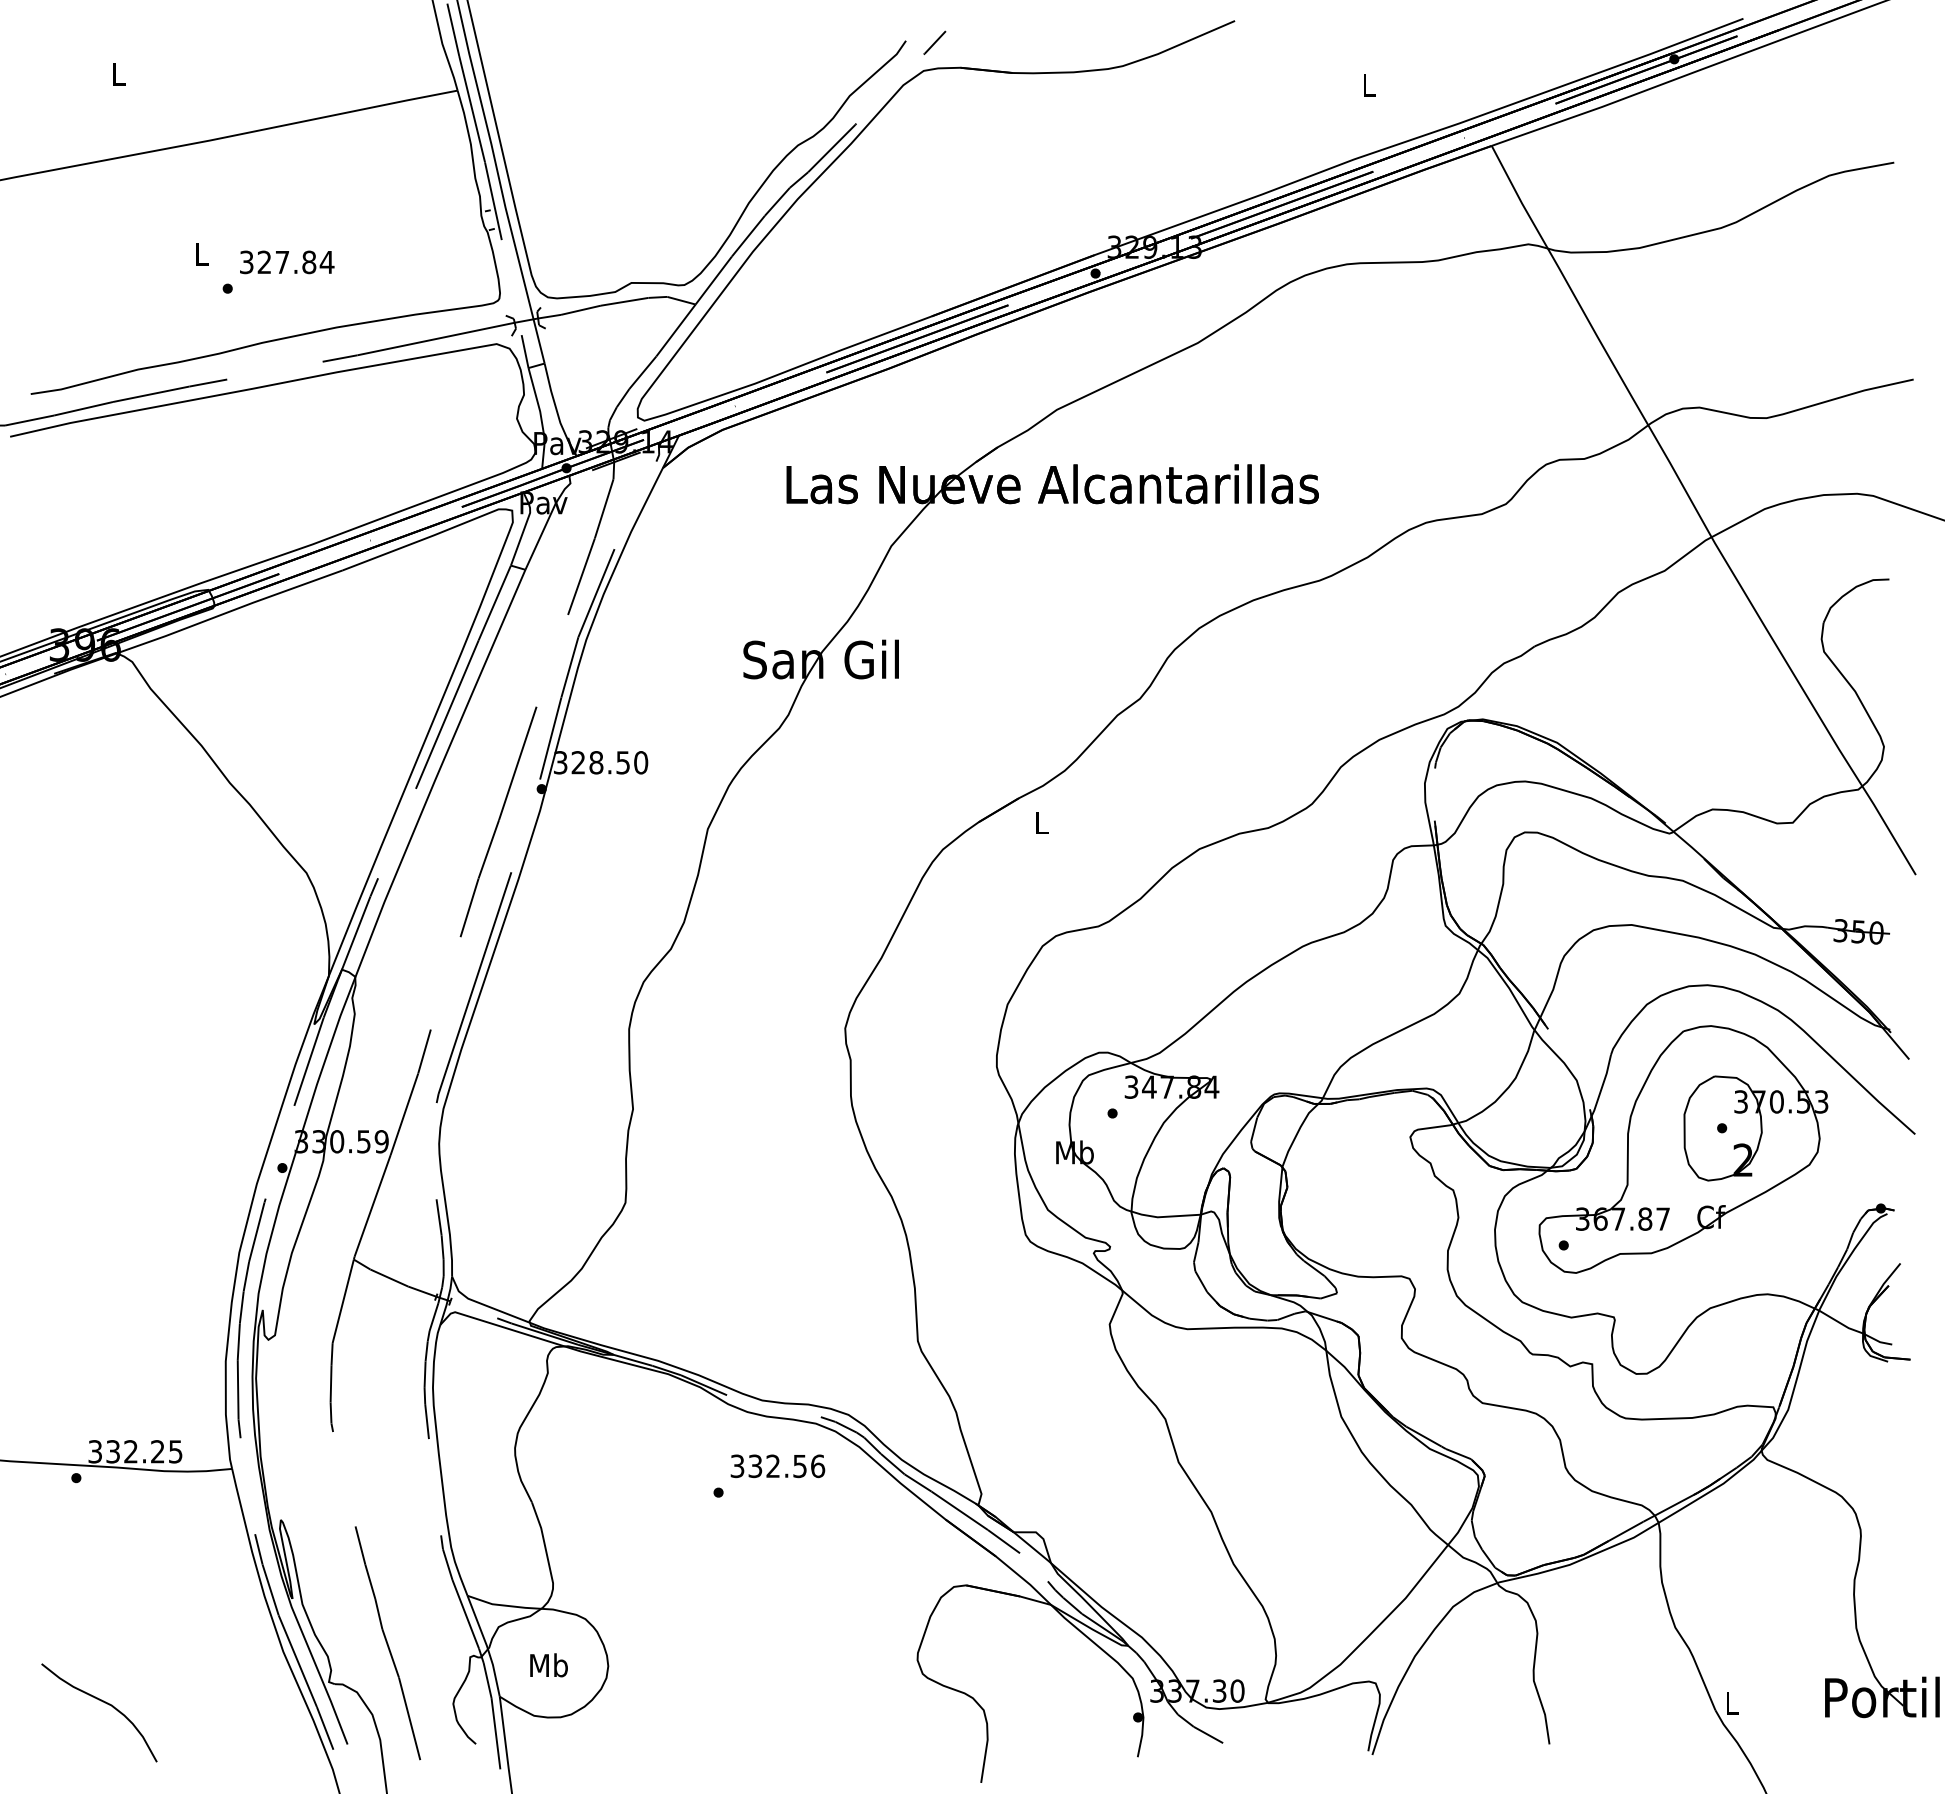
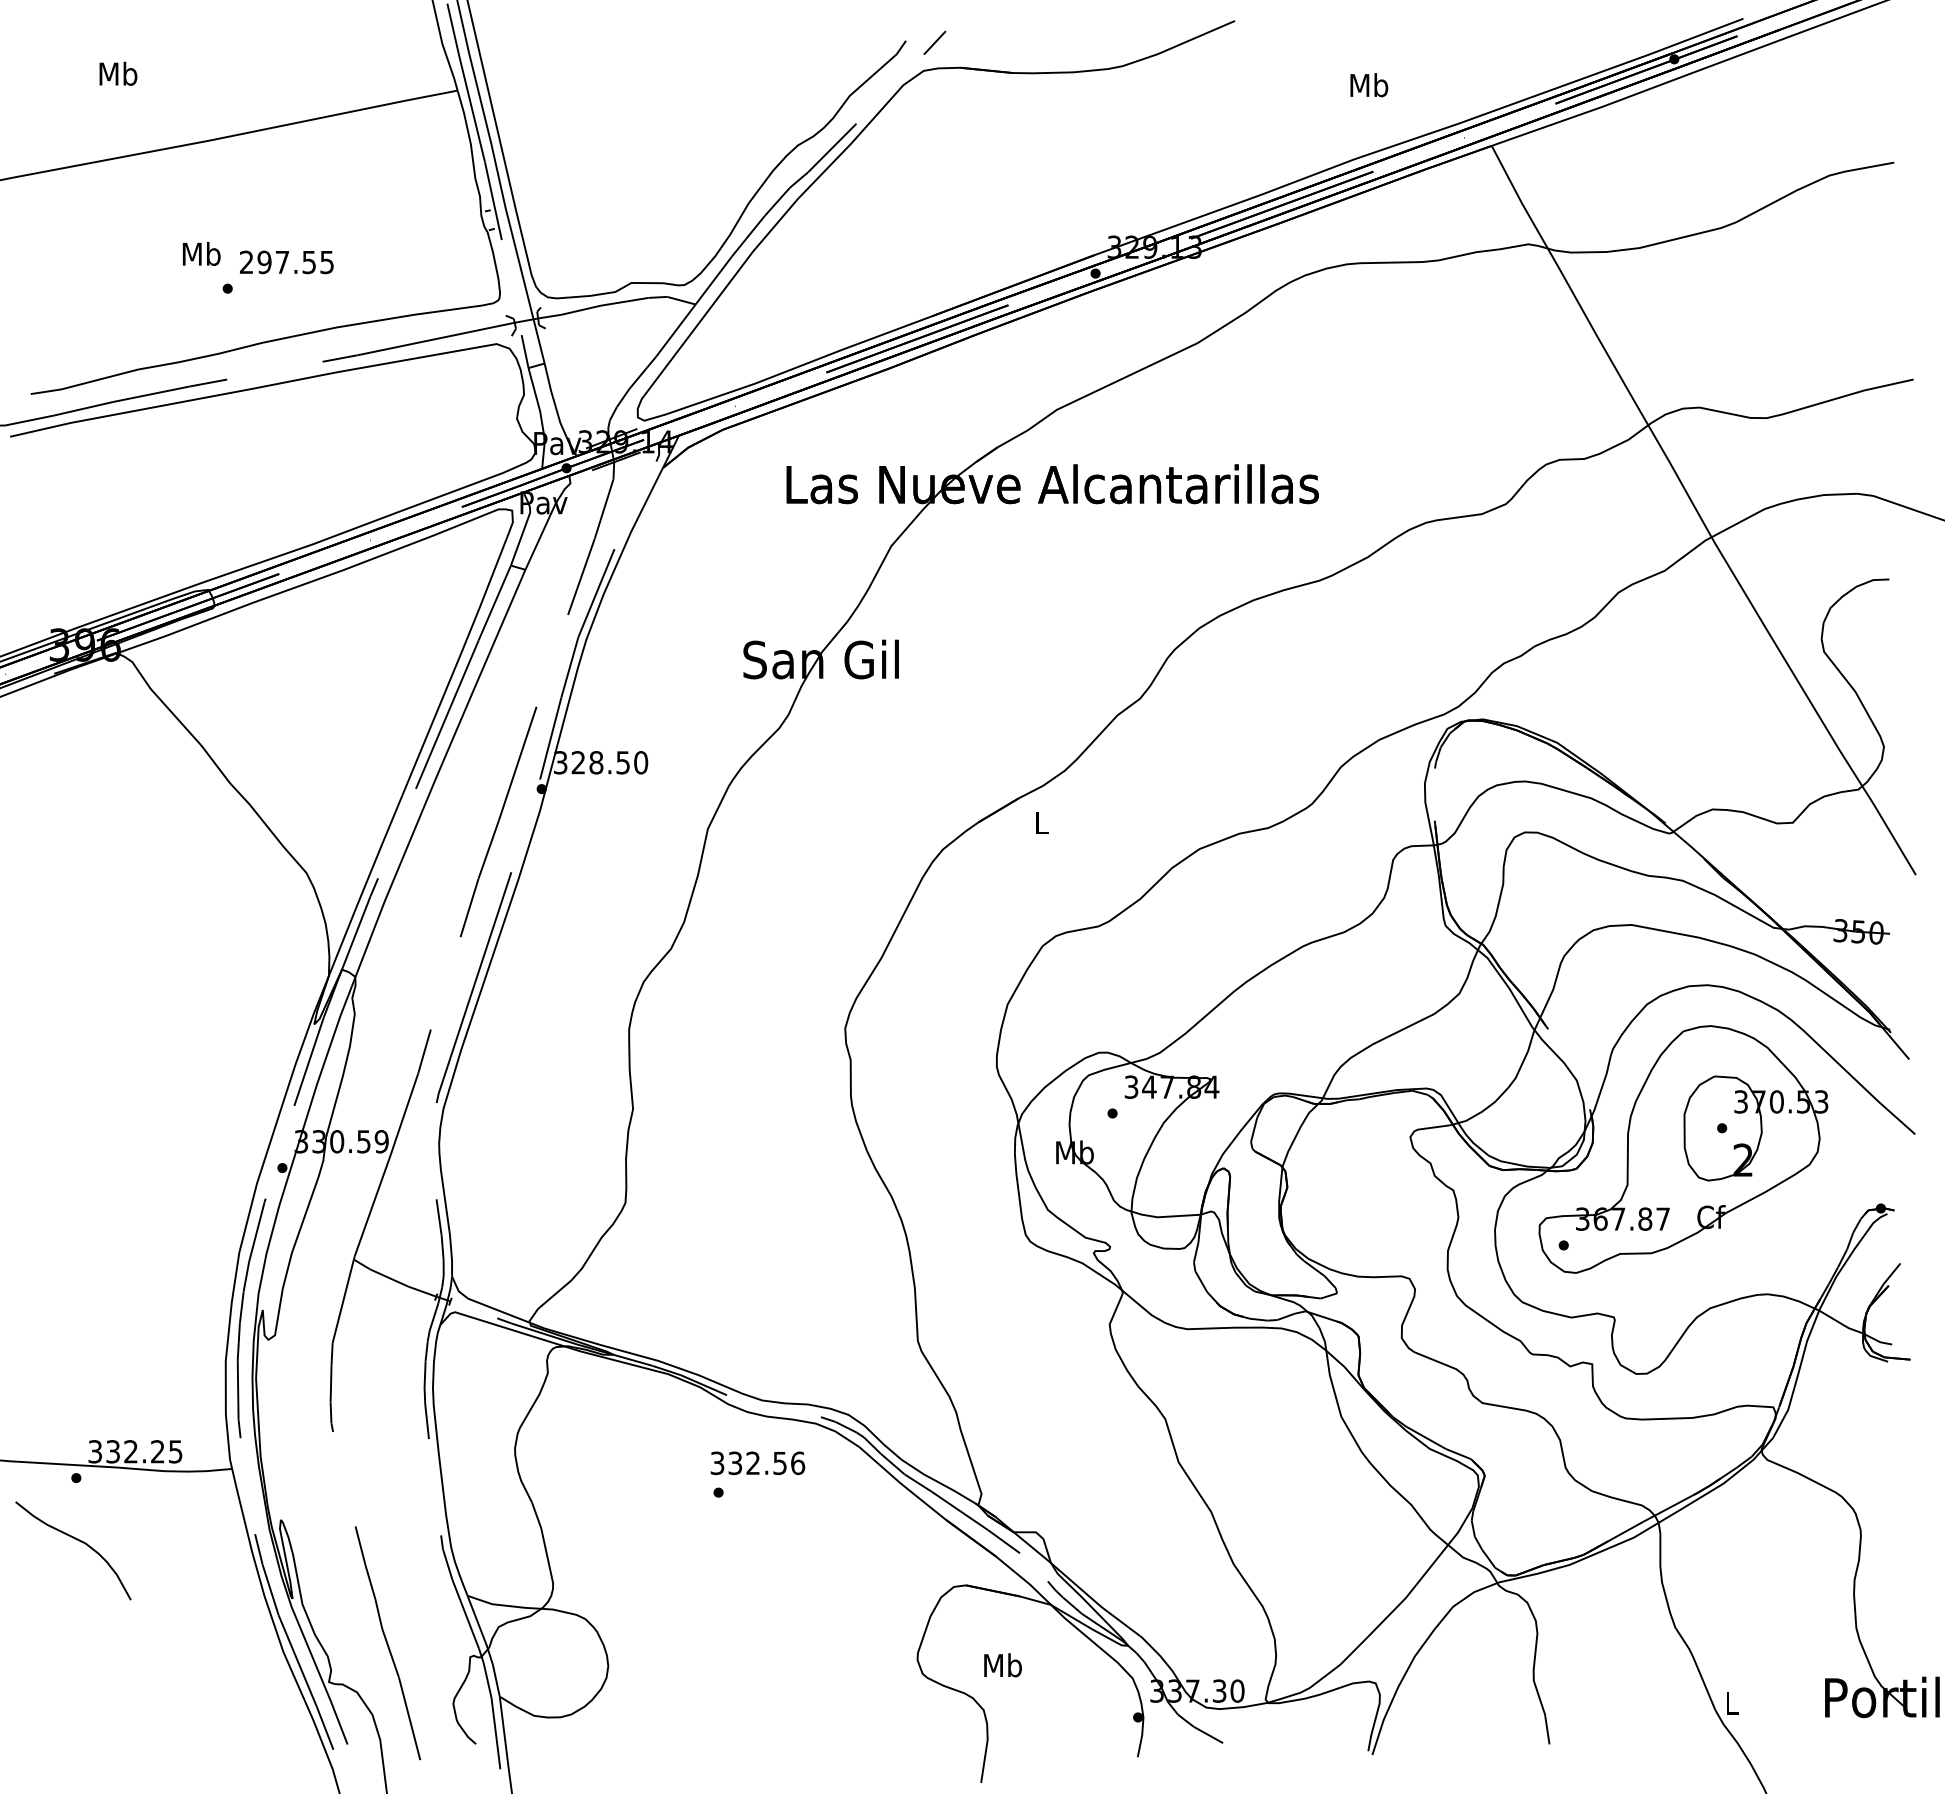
text at (118, 73): L -> Mb
text at (1369, 85): L -> Mb
text at (201, 253): L -> Mb
text at (287, 262): 327.84 -> 297.55
text at (777, 1466) position: (777, 1466) -> (757, 1463)
text at (548, 1665) position: (548, 1665) -> (1002, 1665)
curve at (102, 1702) position: (102, 1702) -> (76, 1540)
